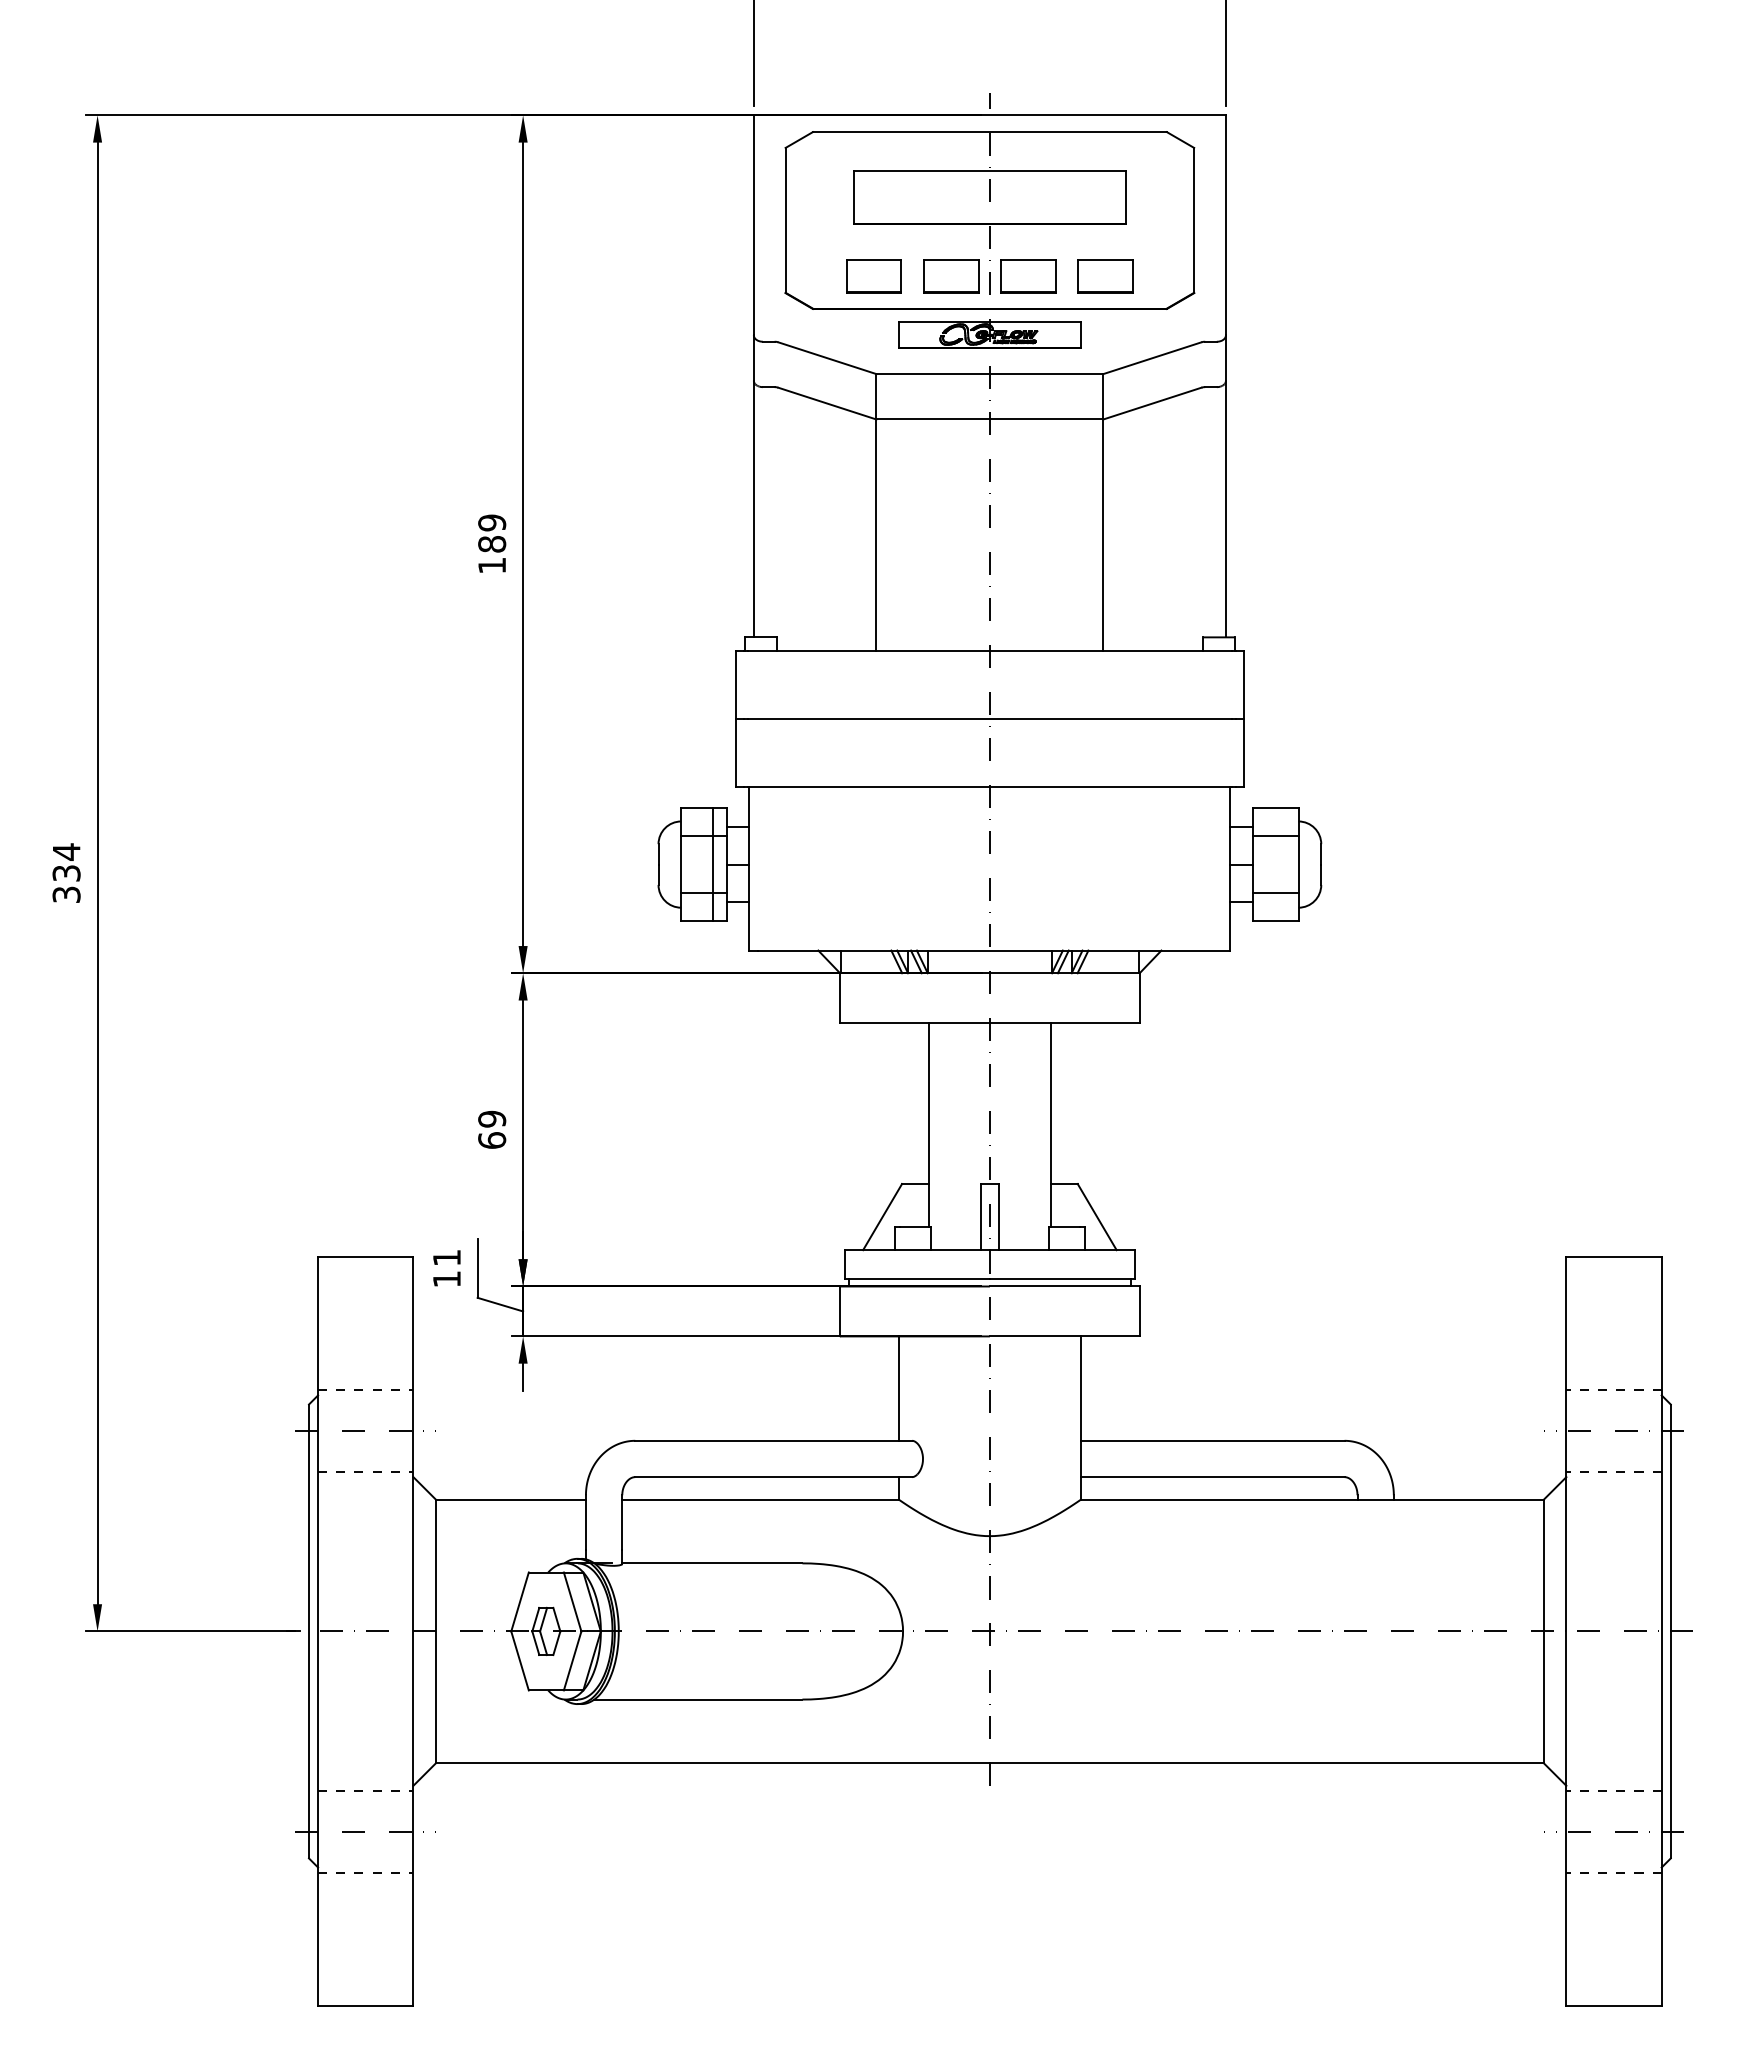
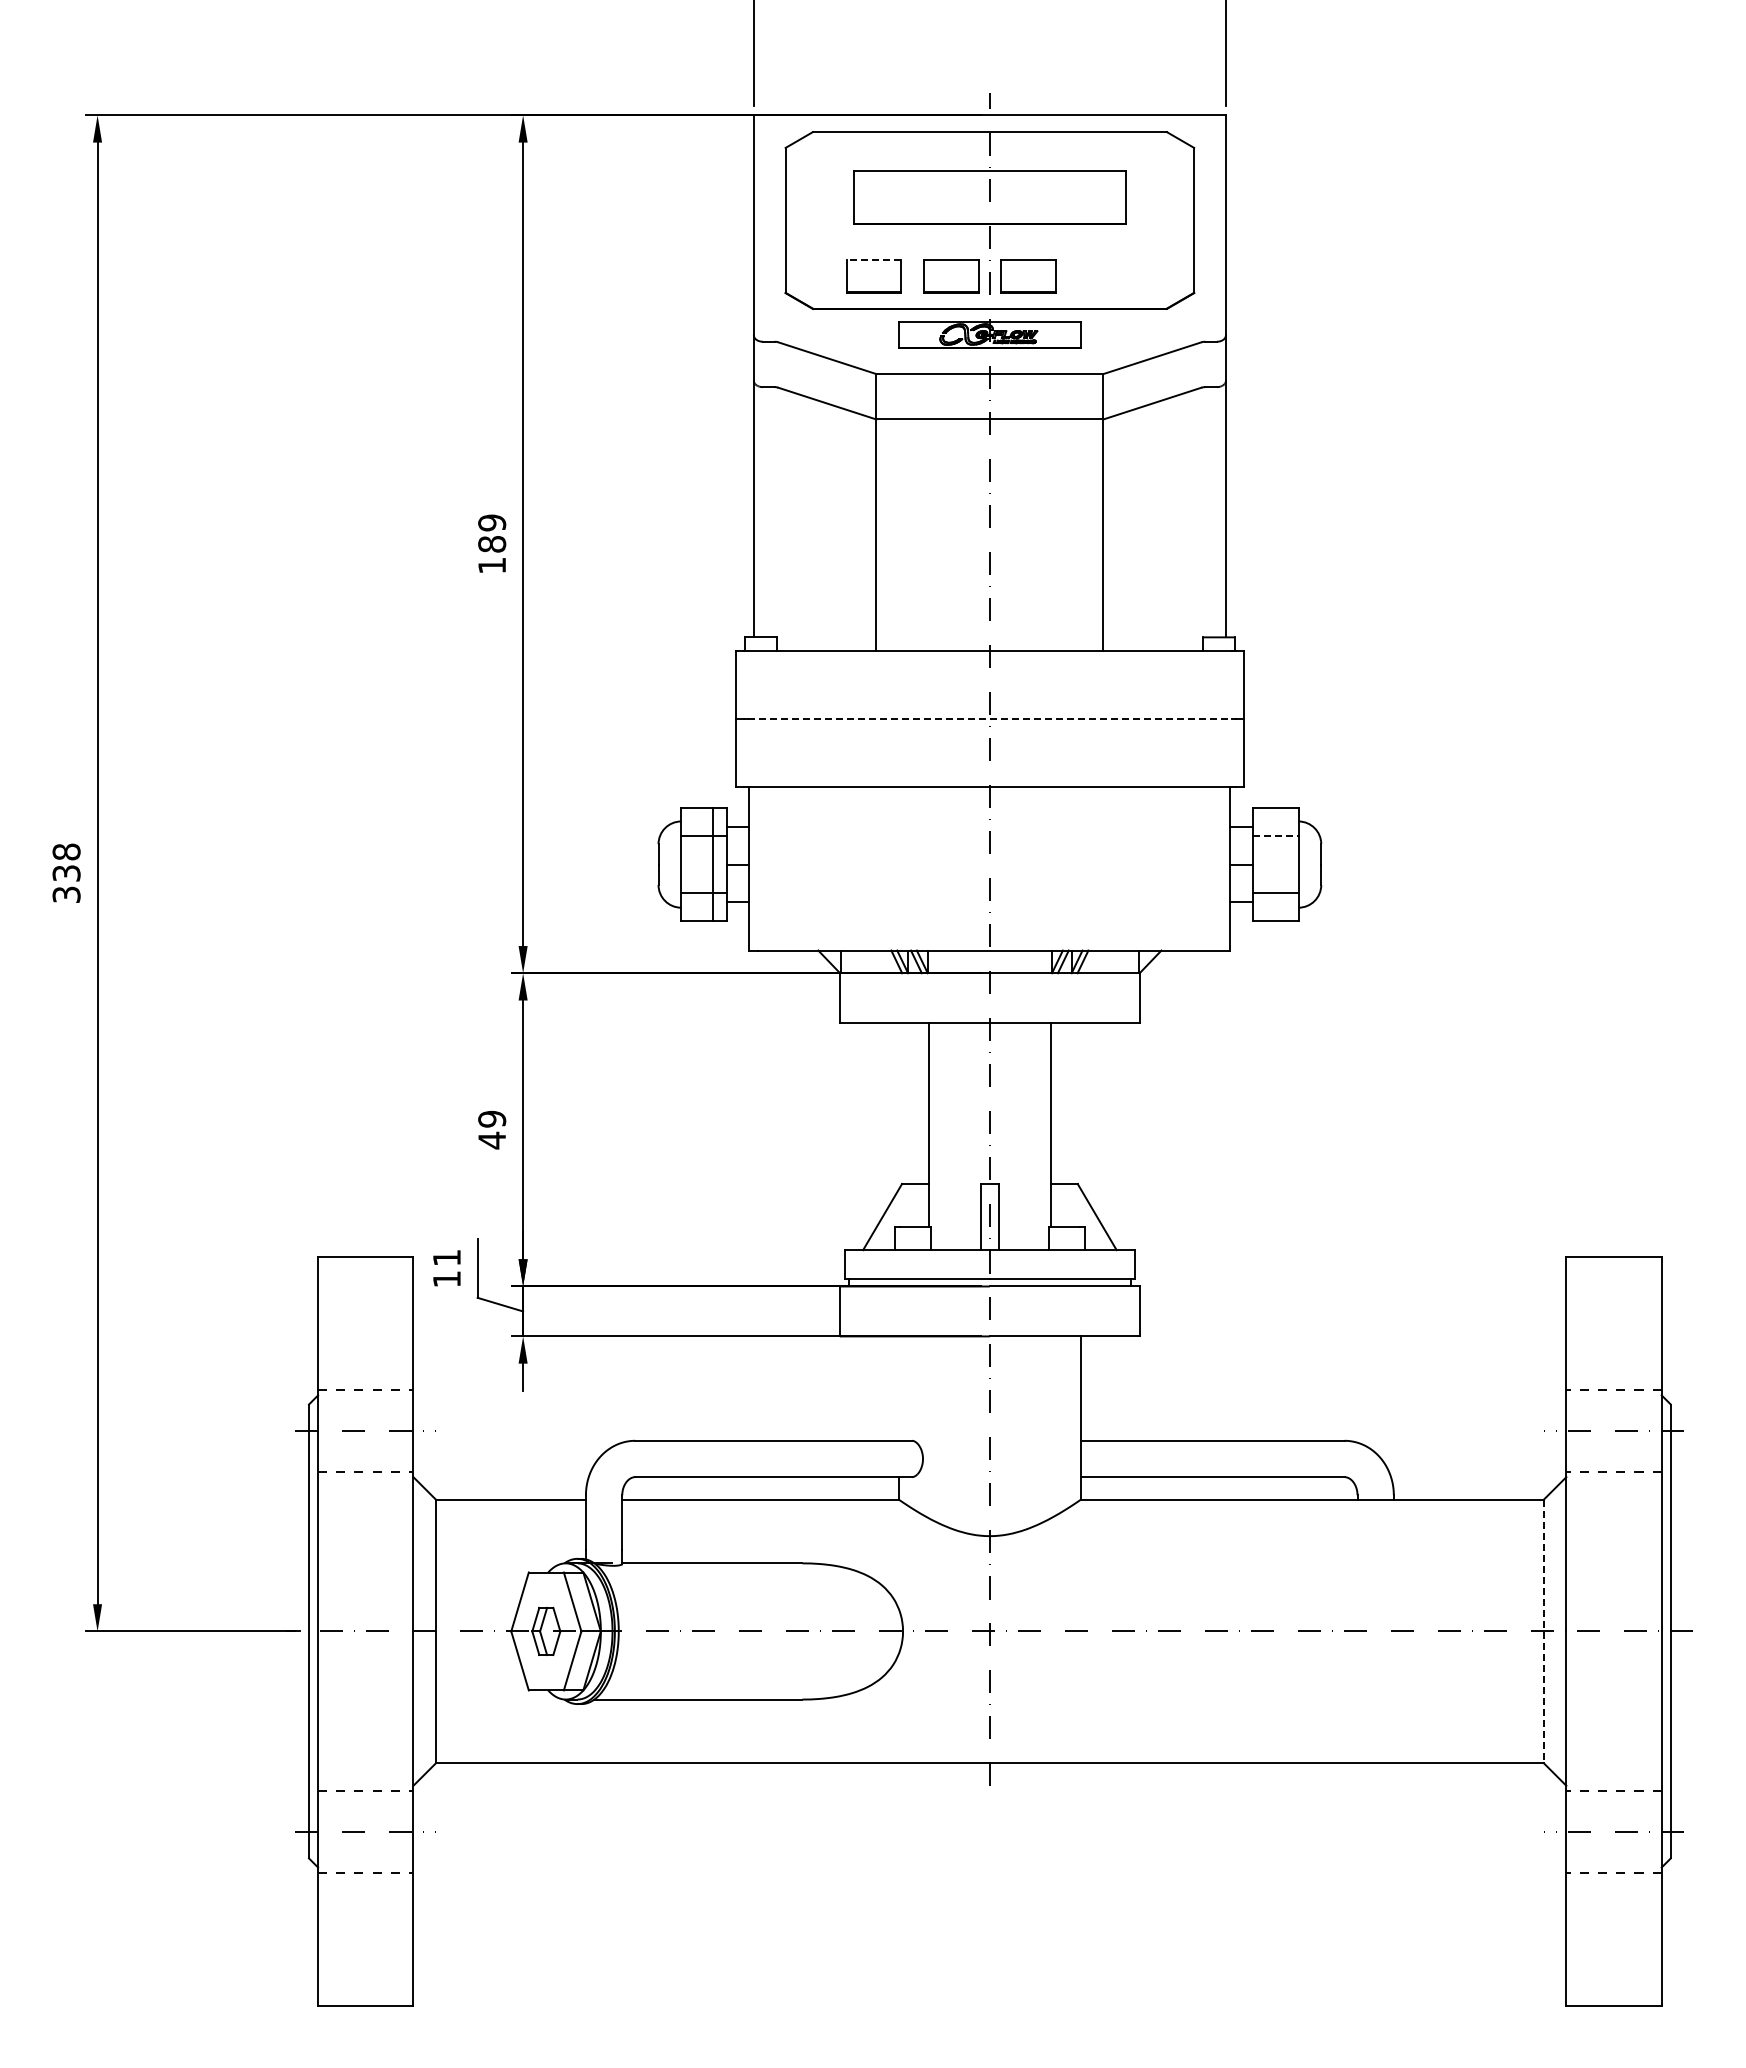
line at (873, 260): solid -> dashed
part at (1105, 276): present -> none
line at (989, 719): solid -> dashed
line at (1275, 836): solid -> dashed
text at (66, 851): 334 -> 338
text at (492, 1140): 69 -> 49
line at (899, 1388): present -> none
line at (1543, 1631): solid -> dashed
